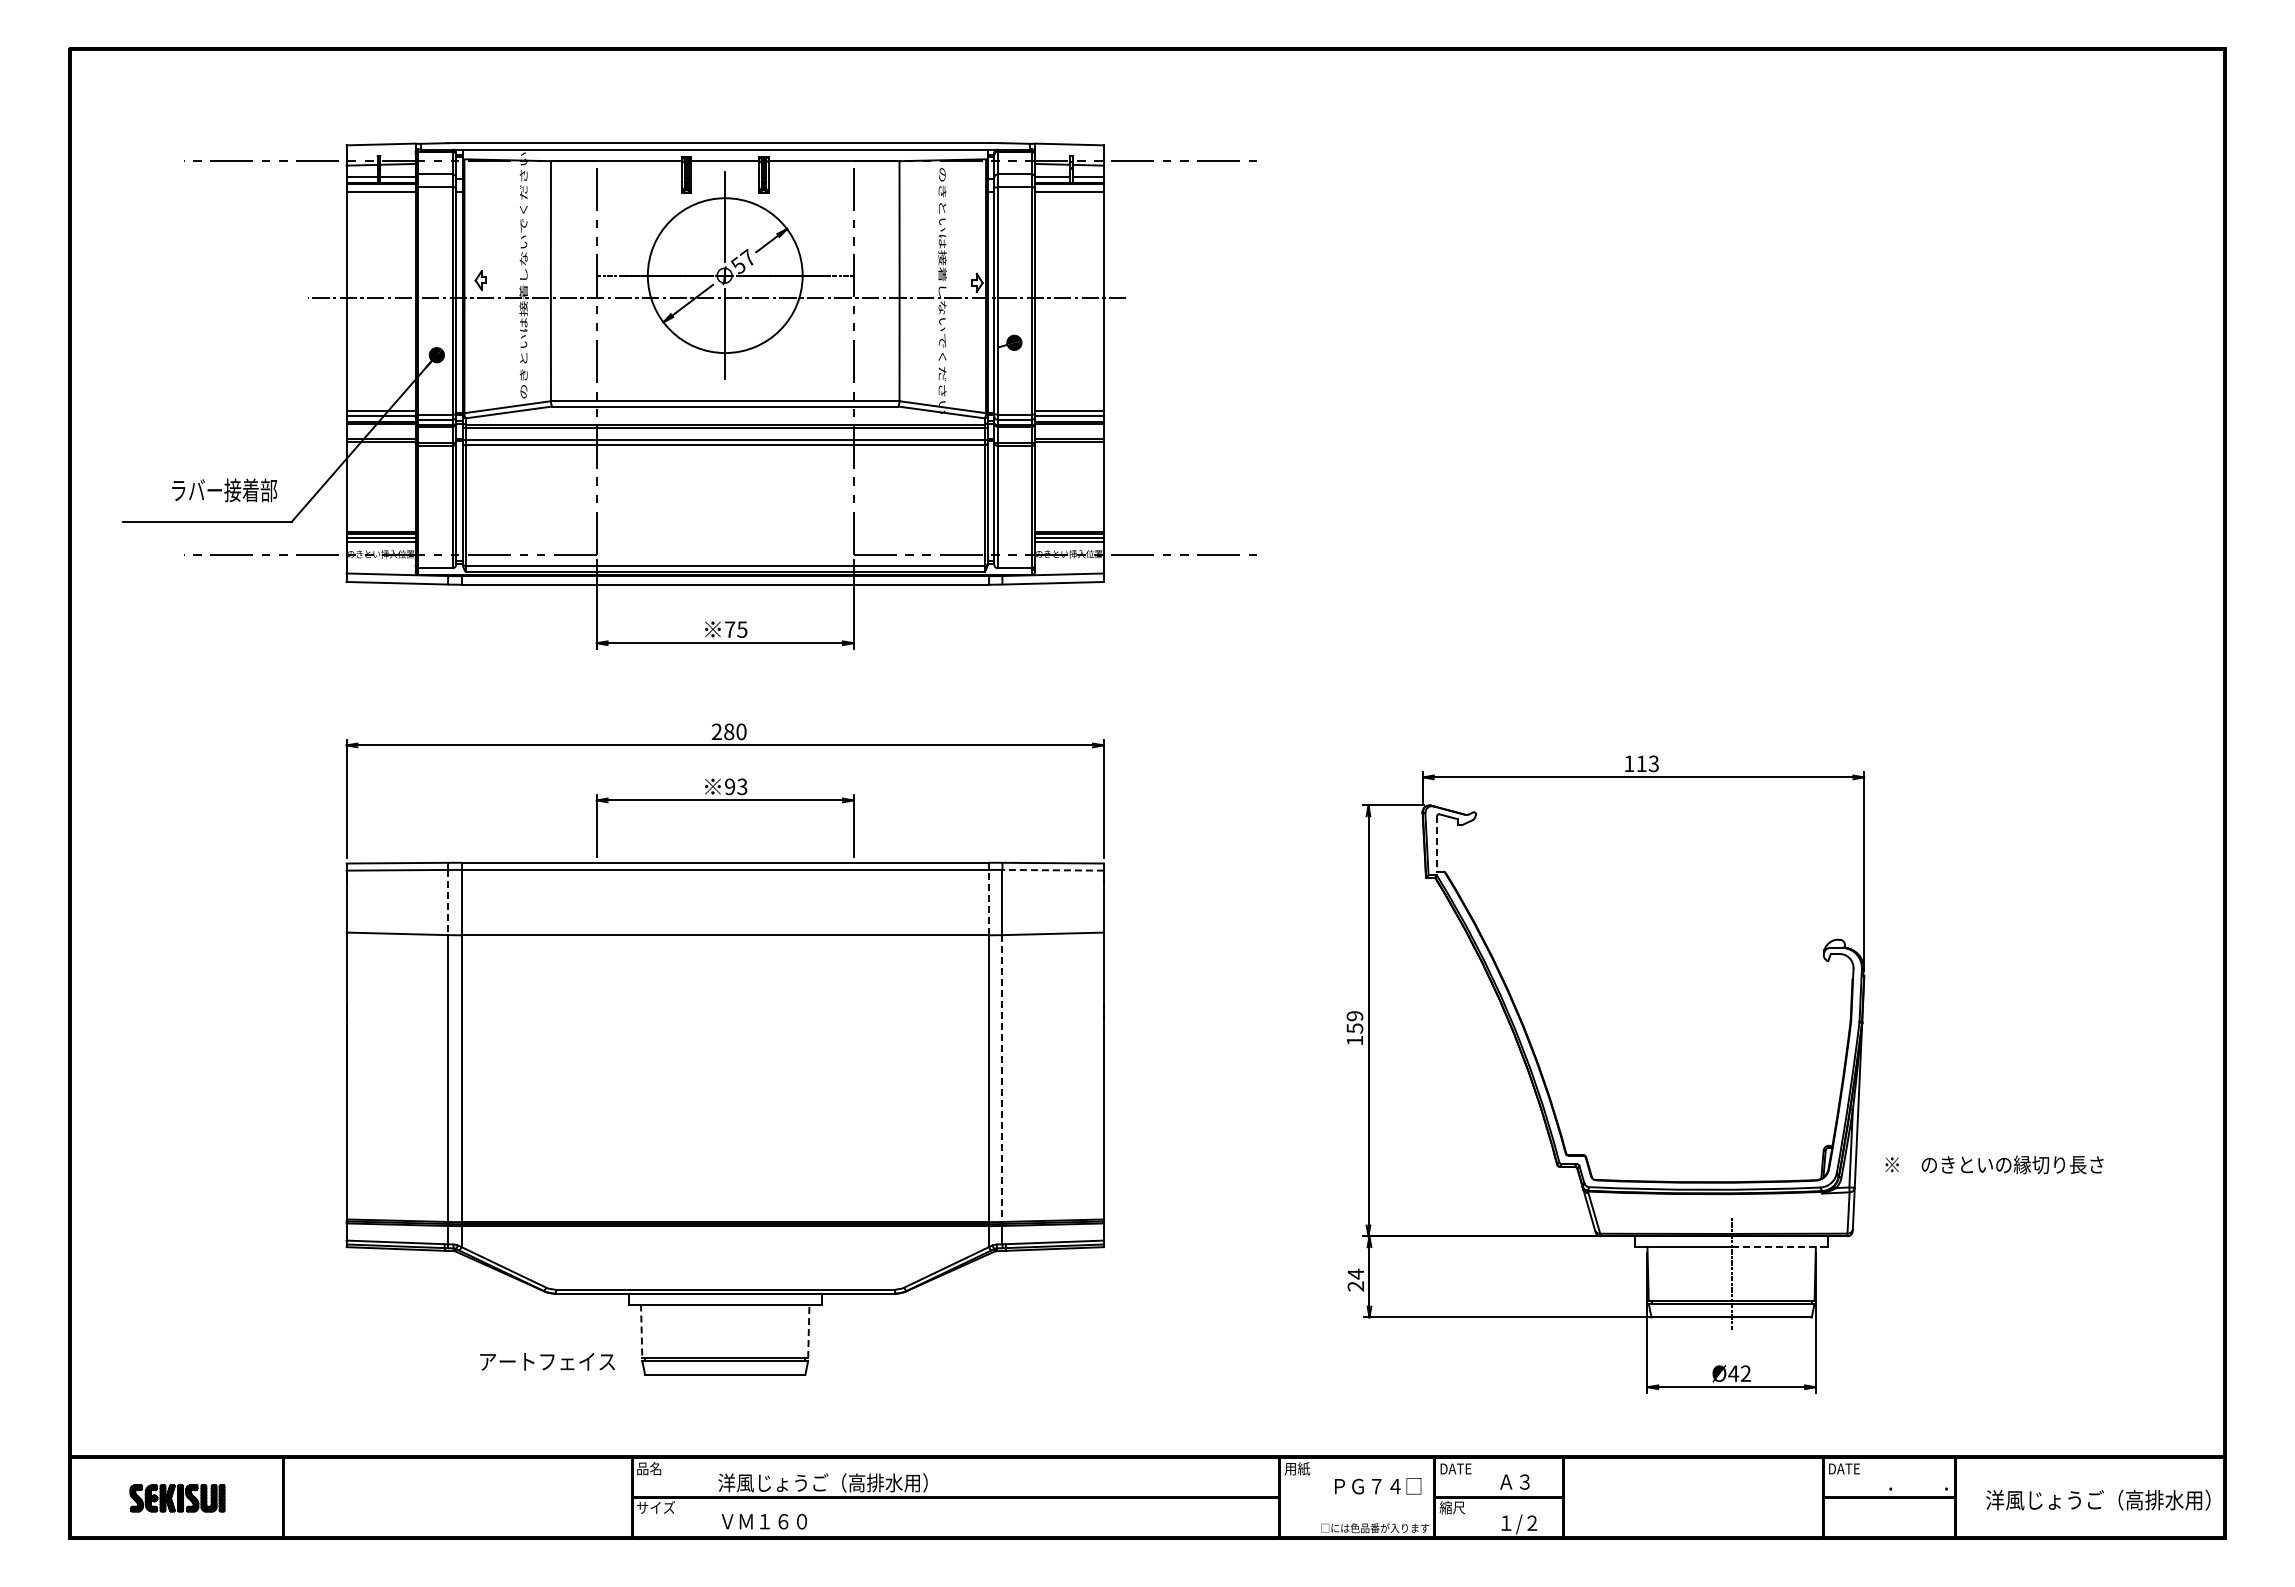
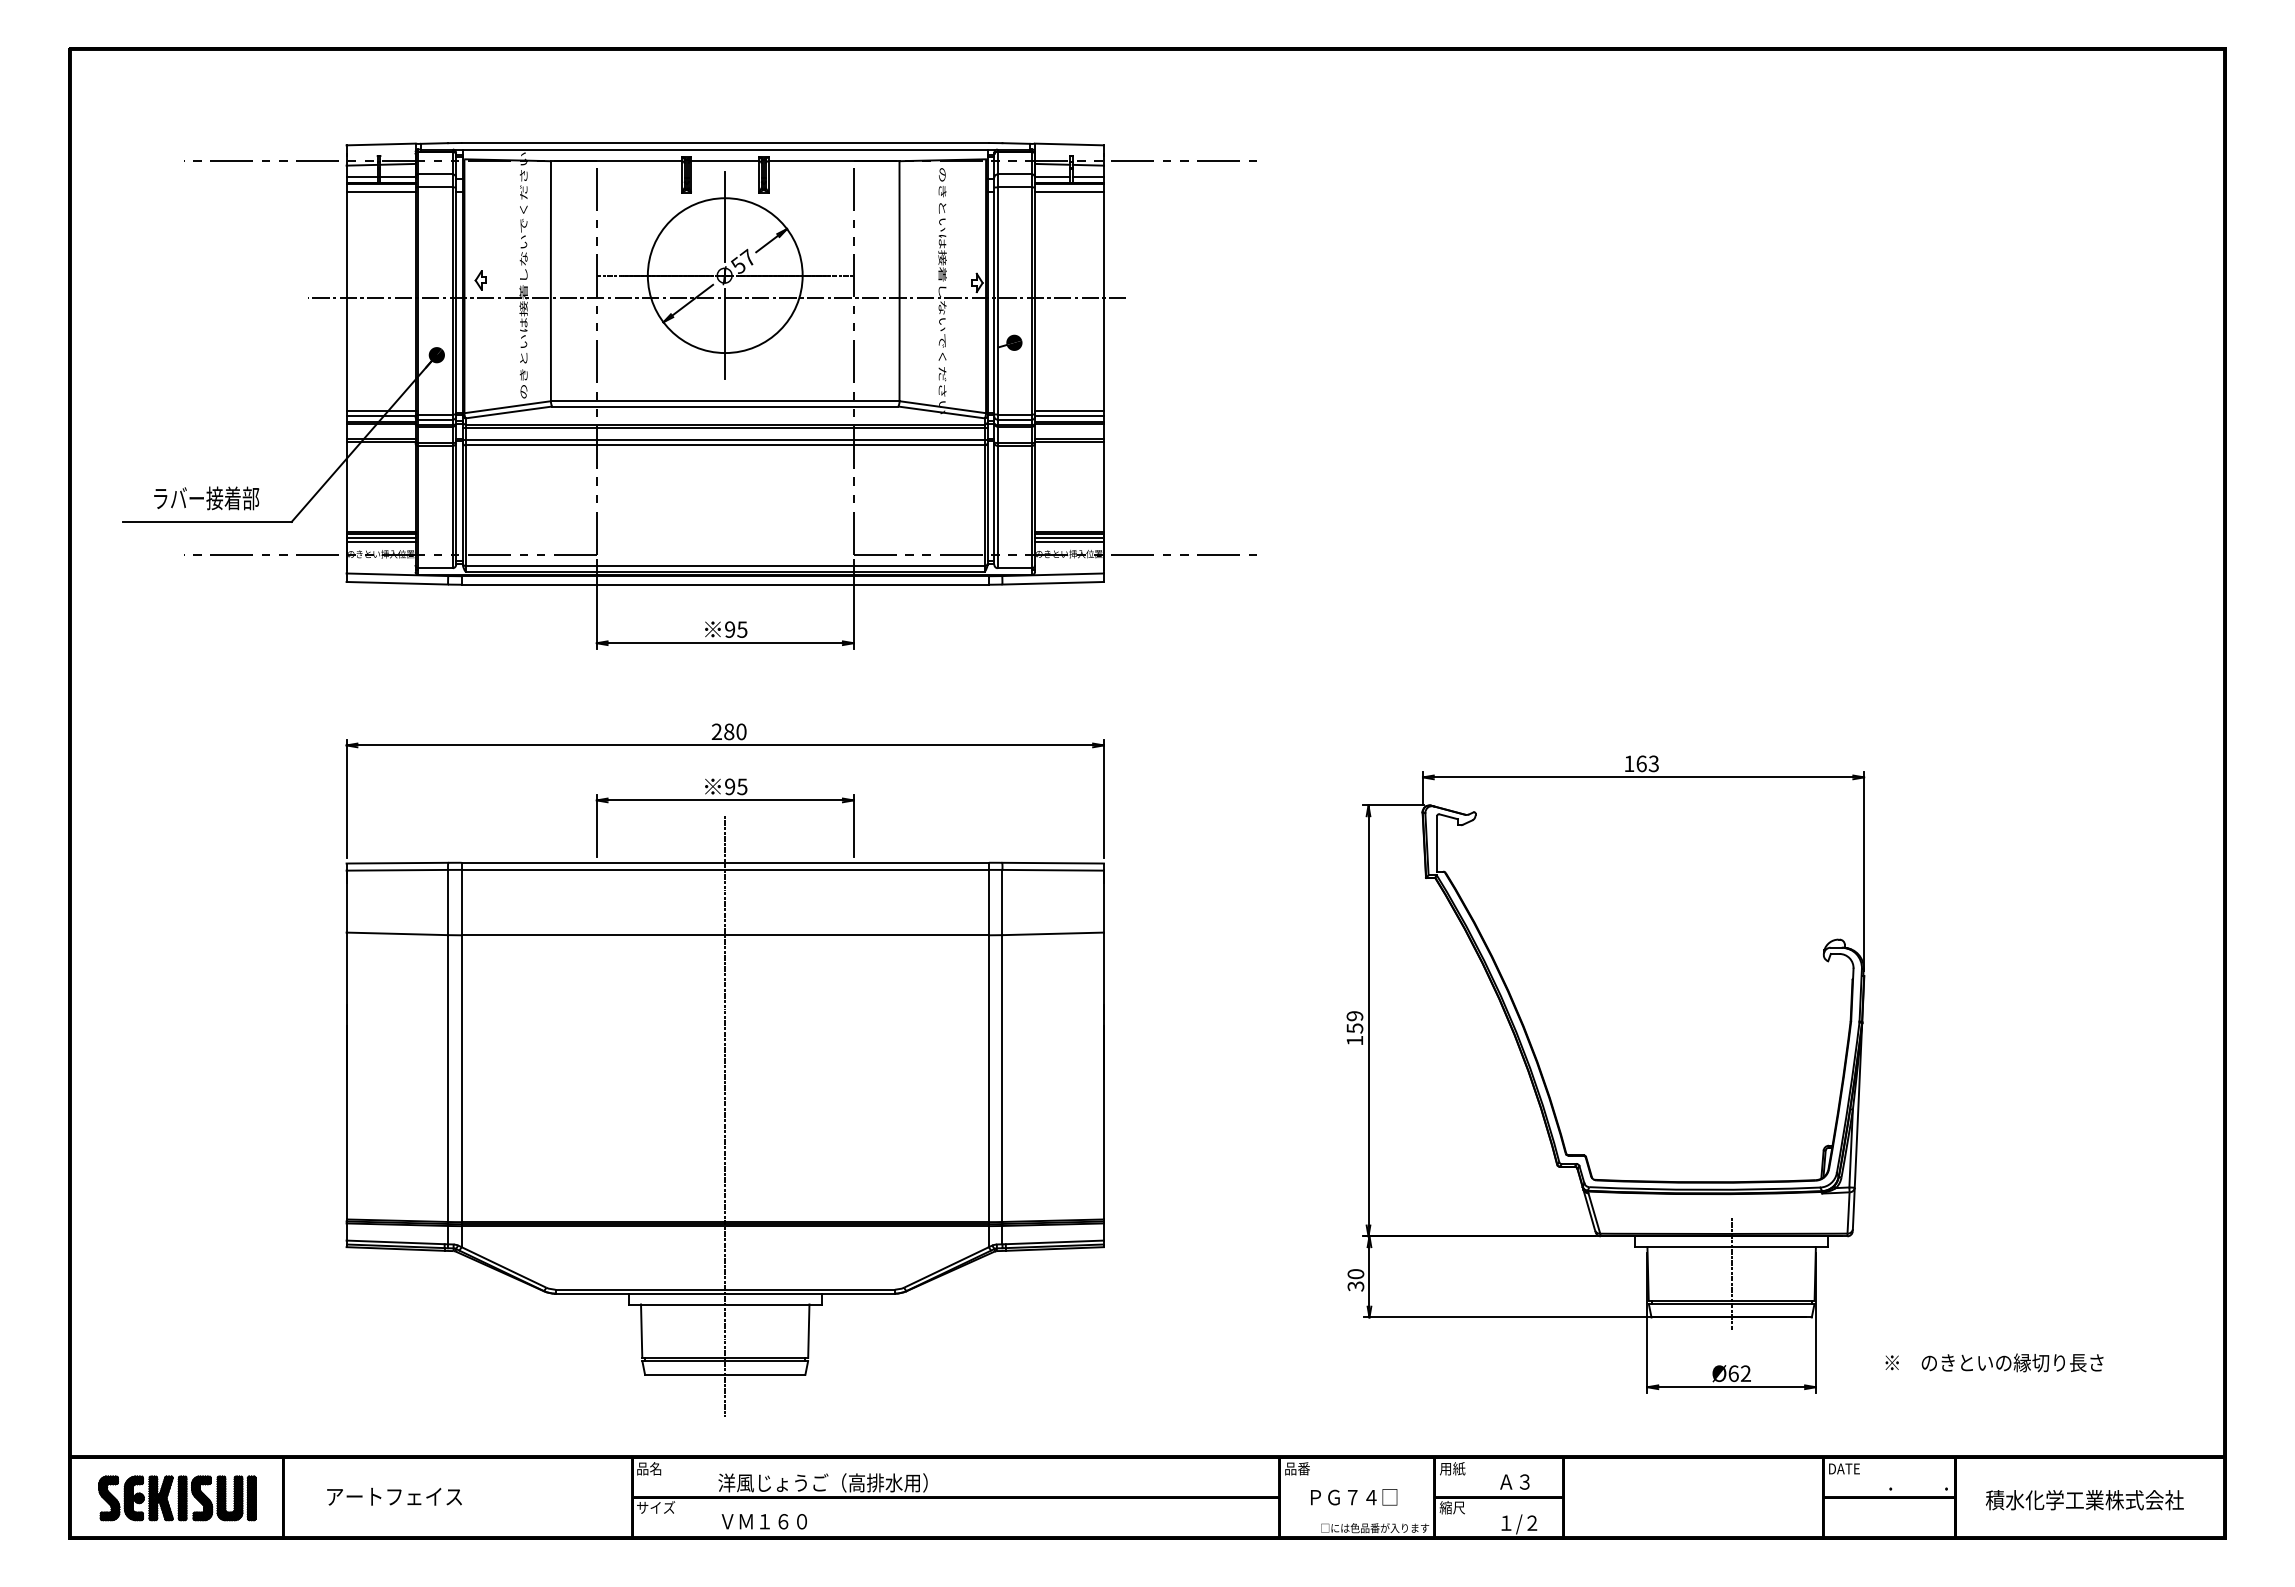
text at (224, 490) position: (224, 490) -> (206, 498)
text at (730, 629): 75 -> 95
text at (1641, 763): 113 -> 163
text at (742, 786): 93 -> 95
line at (1437, 843): dashed -> solid
line at (1053, 870): dashed -> solid
line at (448, 902): dashed -> solid
line at (988, 902): dashed -> solid
line at (1002, 1079): dashed -> solid
line at (725, 1116): none -> present
text at (1994, 1164) position: (1994, 1164) -> (1994, 1362)
line at (1780, 1247): dashed -> solid
text at (1355, 1279): 24 -> 30
line at (641, 1331): dashed -> solid
line at (808, 1331): dashed -> solid
text at (547, 1361) position: (547, 1361) -> (394, 1496)
text at (1733, 1373): Ø42 -> Ø62
text at (1297, 1468): 用紙 -> 品番
text at (1455, 1468): DATE -> 用紙
text at (1378, 1486) position: (1378, 1486) -> (1354, 1497)
part at (177, 1498) size: 97x29 px -> 159x47 px
text at (2097, 1499): 洋風じょうご（高排水用） -> 積水化学工業株式会社
